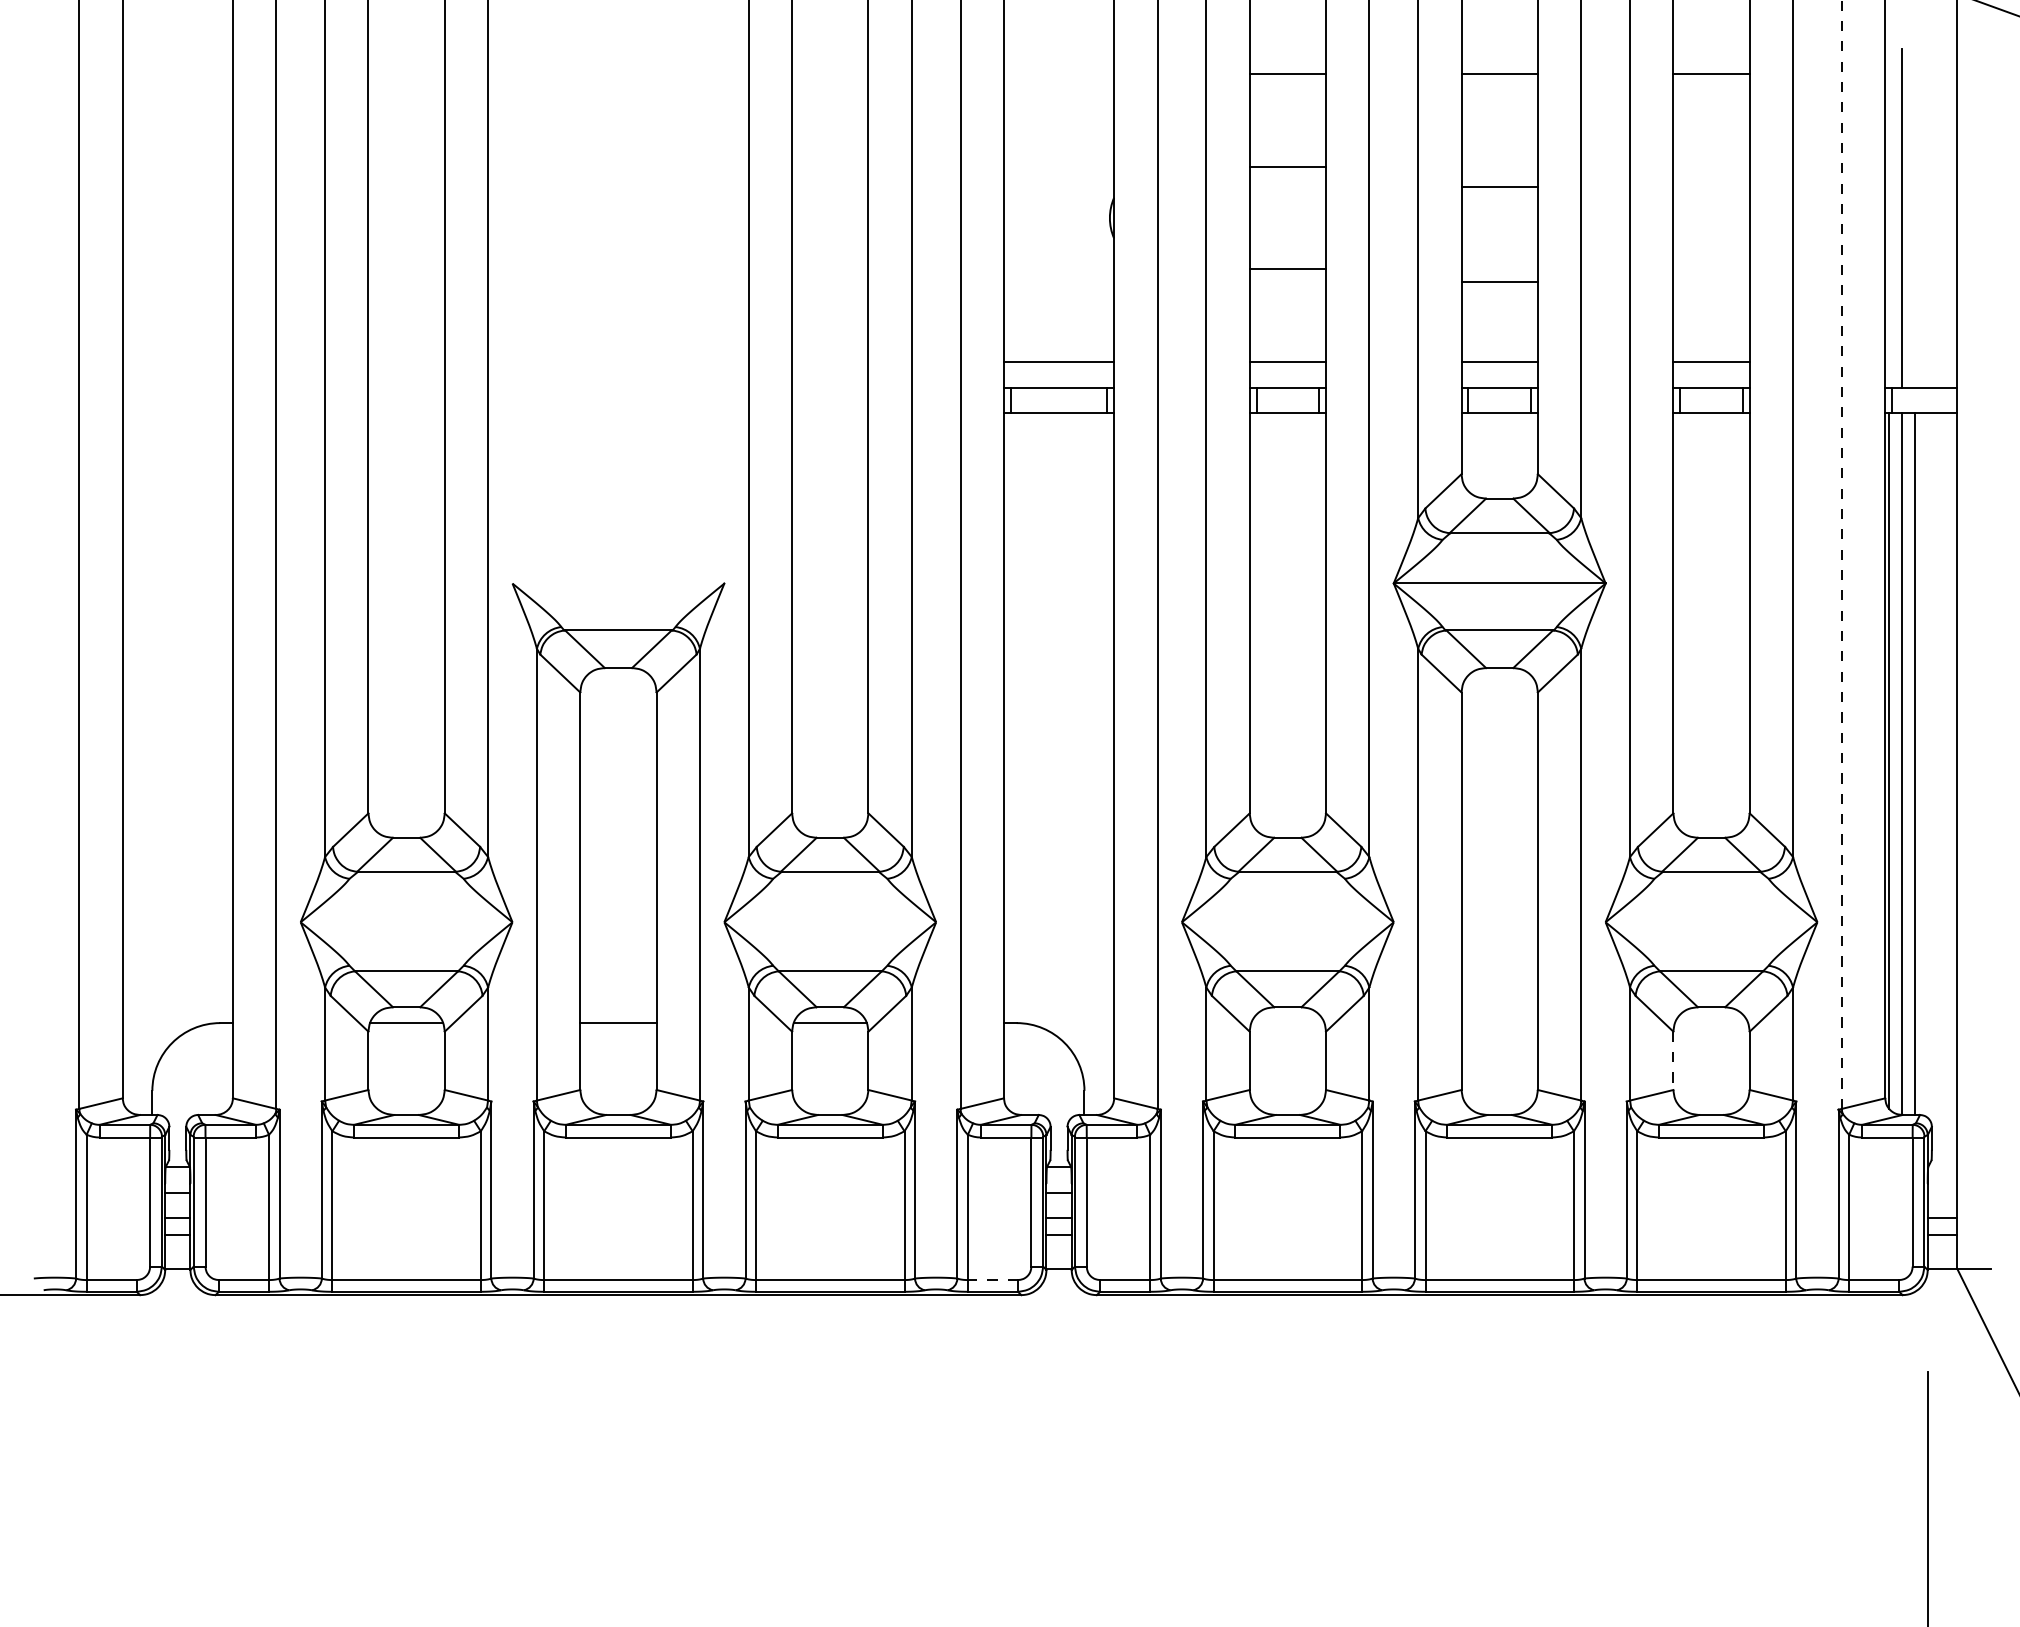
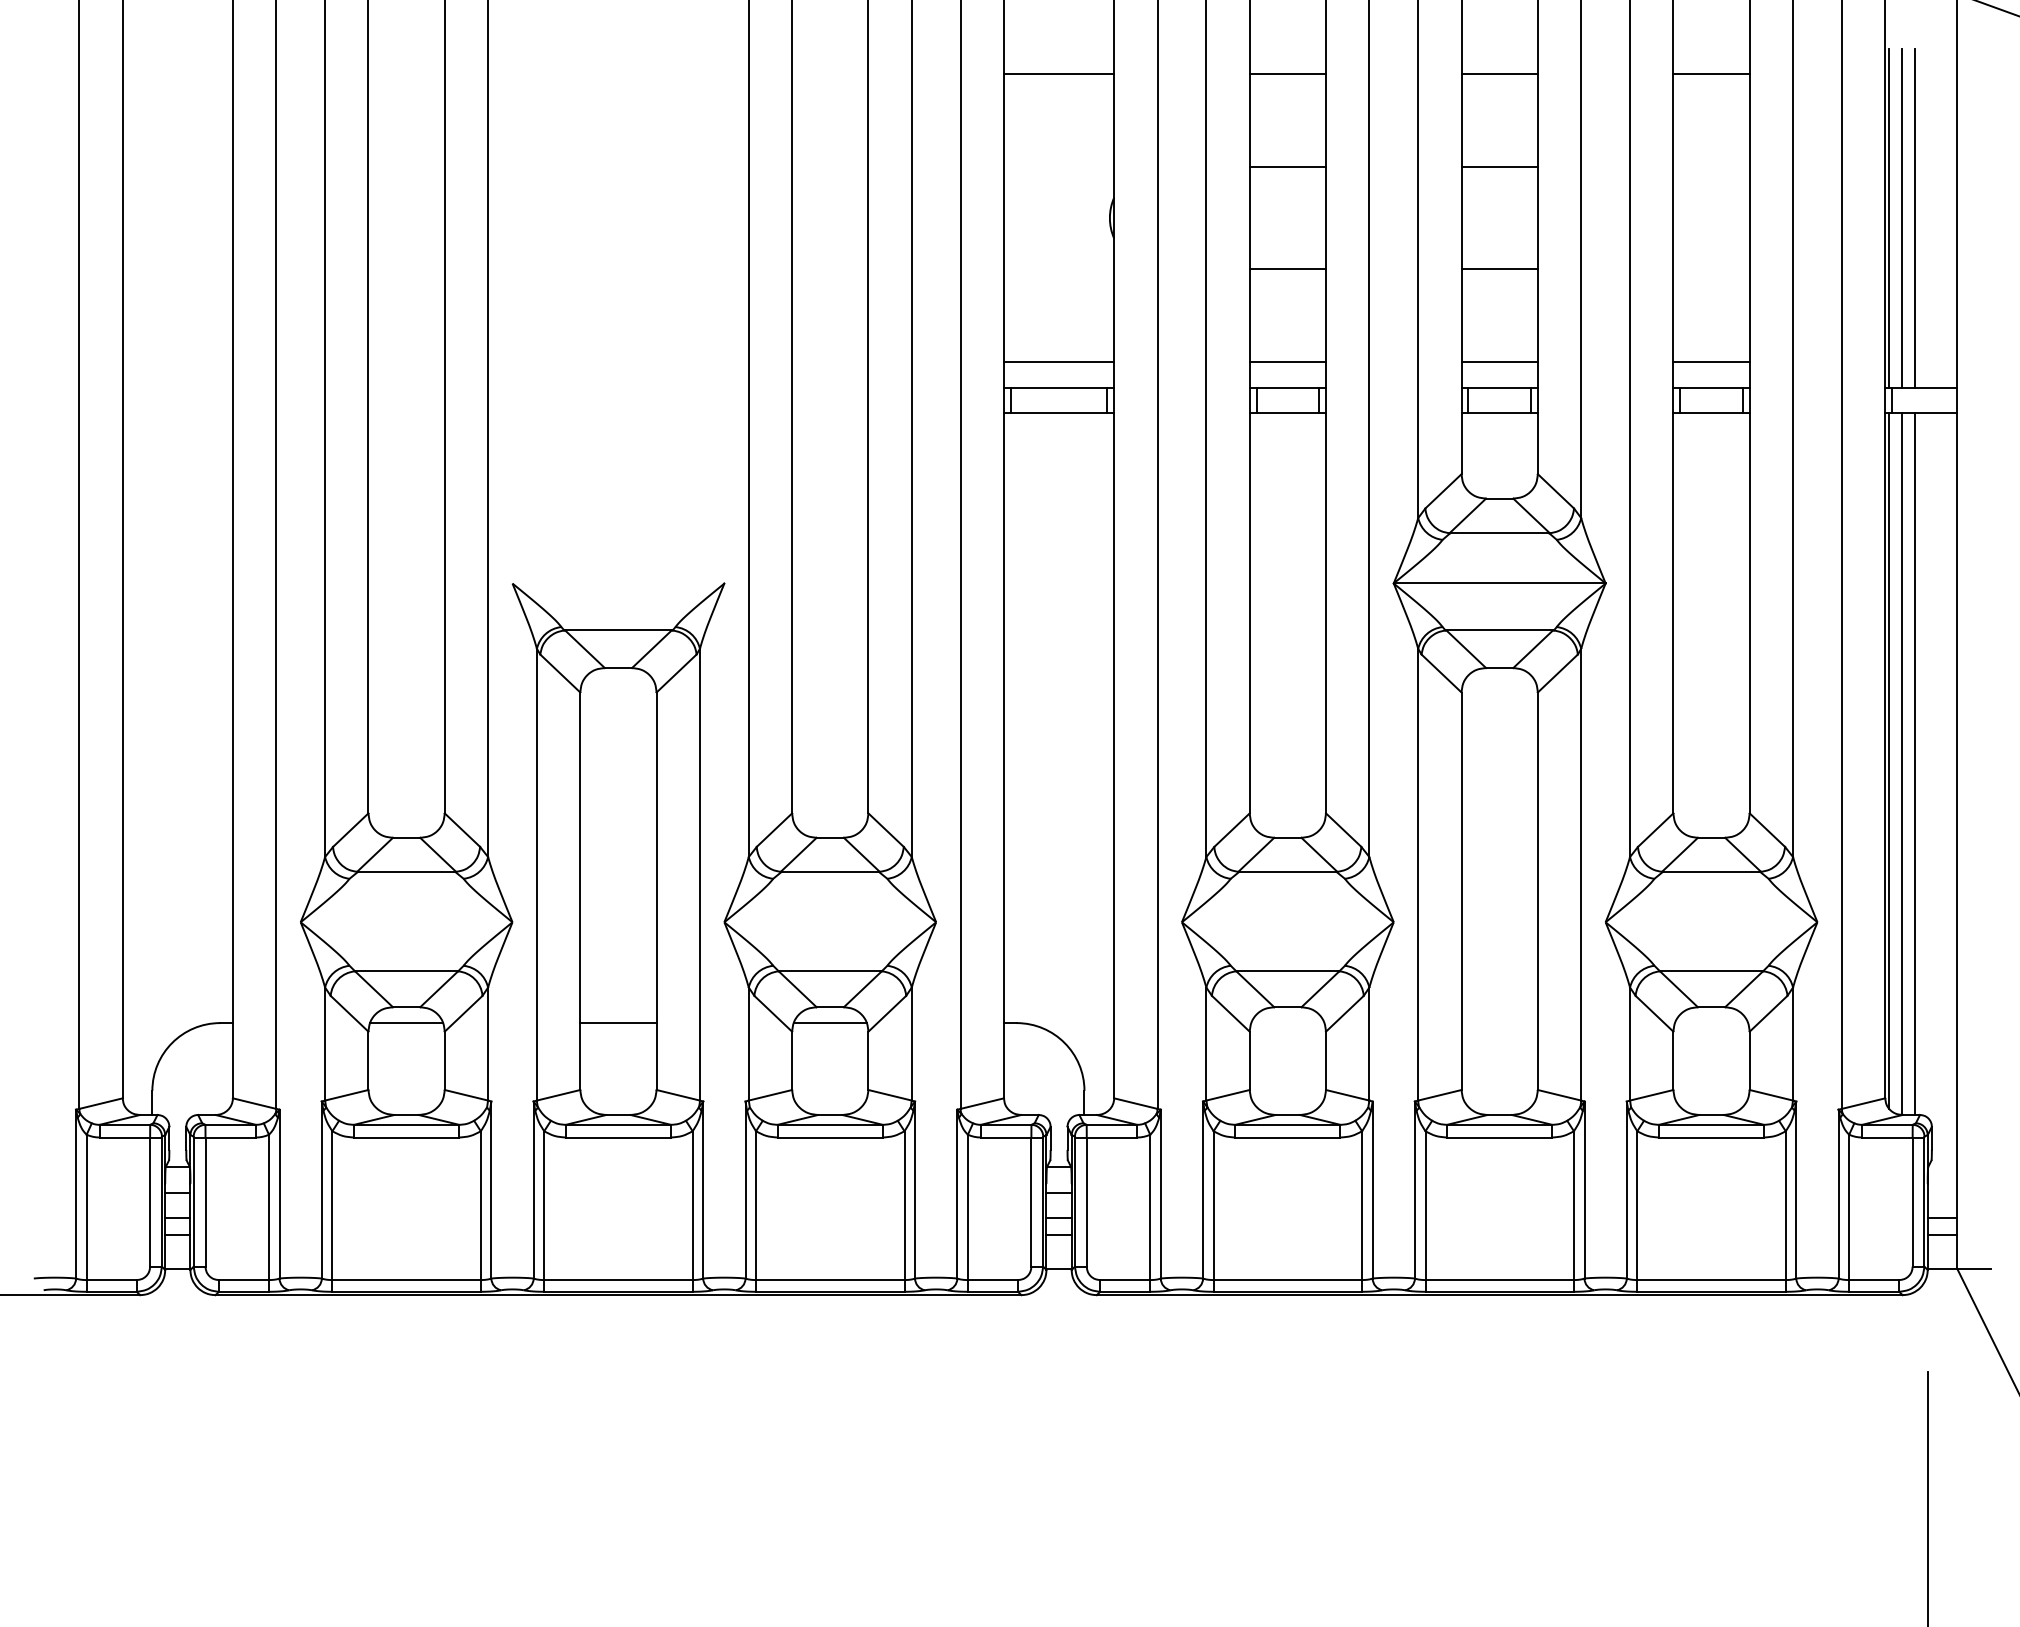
line at (1059, 74): none -> present
line at (1499, 187) position: (1499, 187) -> (1499, 167)
line at (1889, 217): none -> present
line at (1914, 217): none -> present
line at (1499, 281) position: (1499, 281) -> (1499, 268)
line at (1841, 554): dashed -> solid
line at (1673, 1061): dashed -> solid
line at (992, 1280): dashed -> solid
